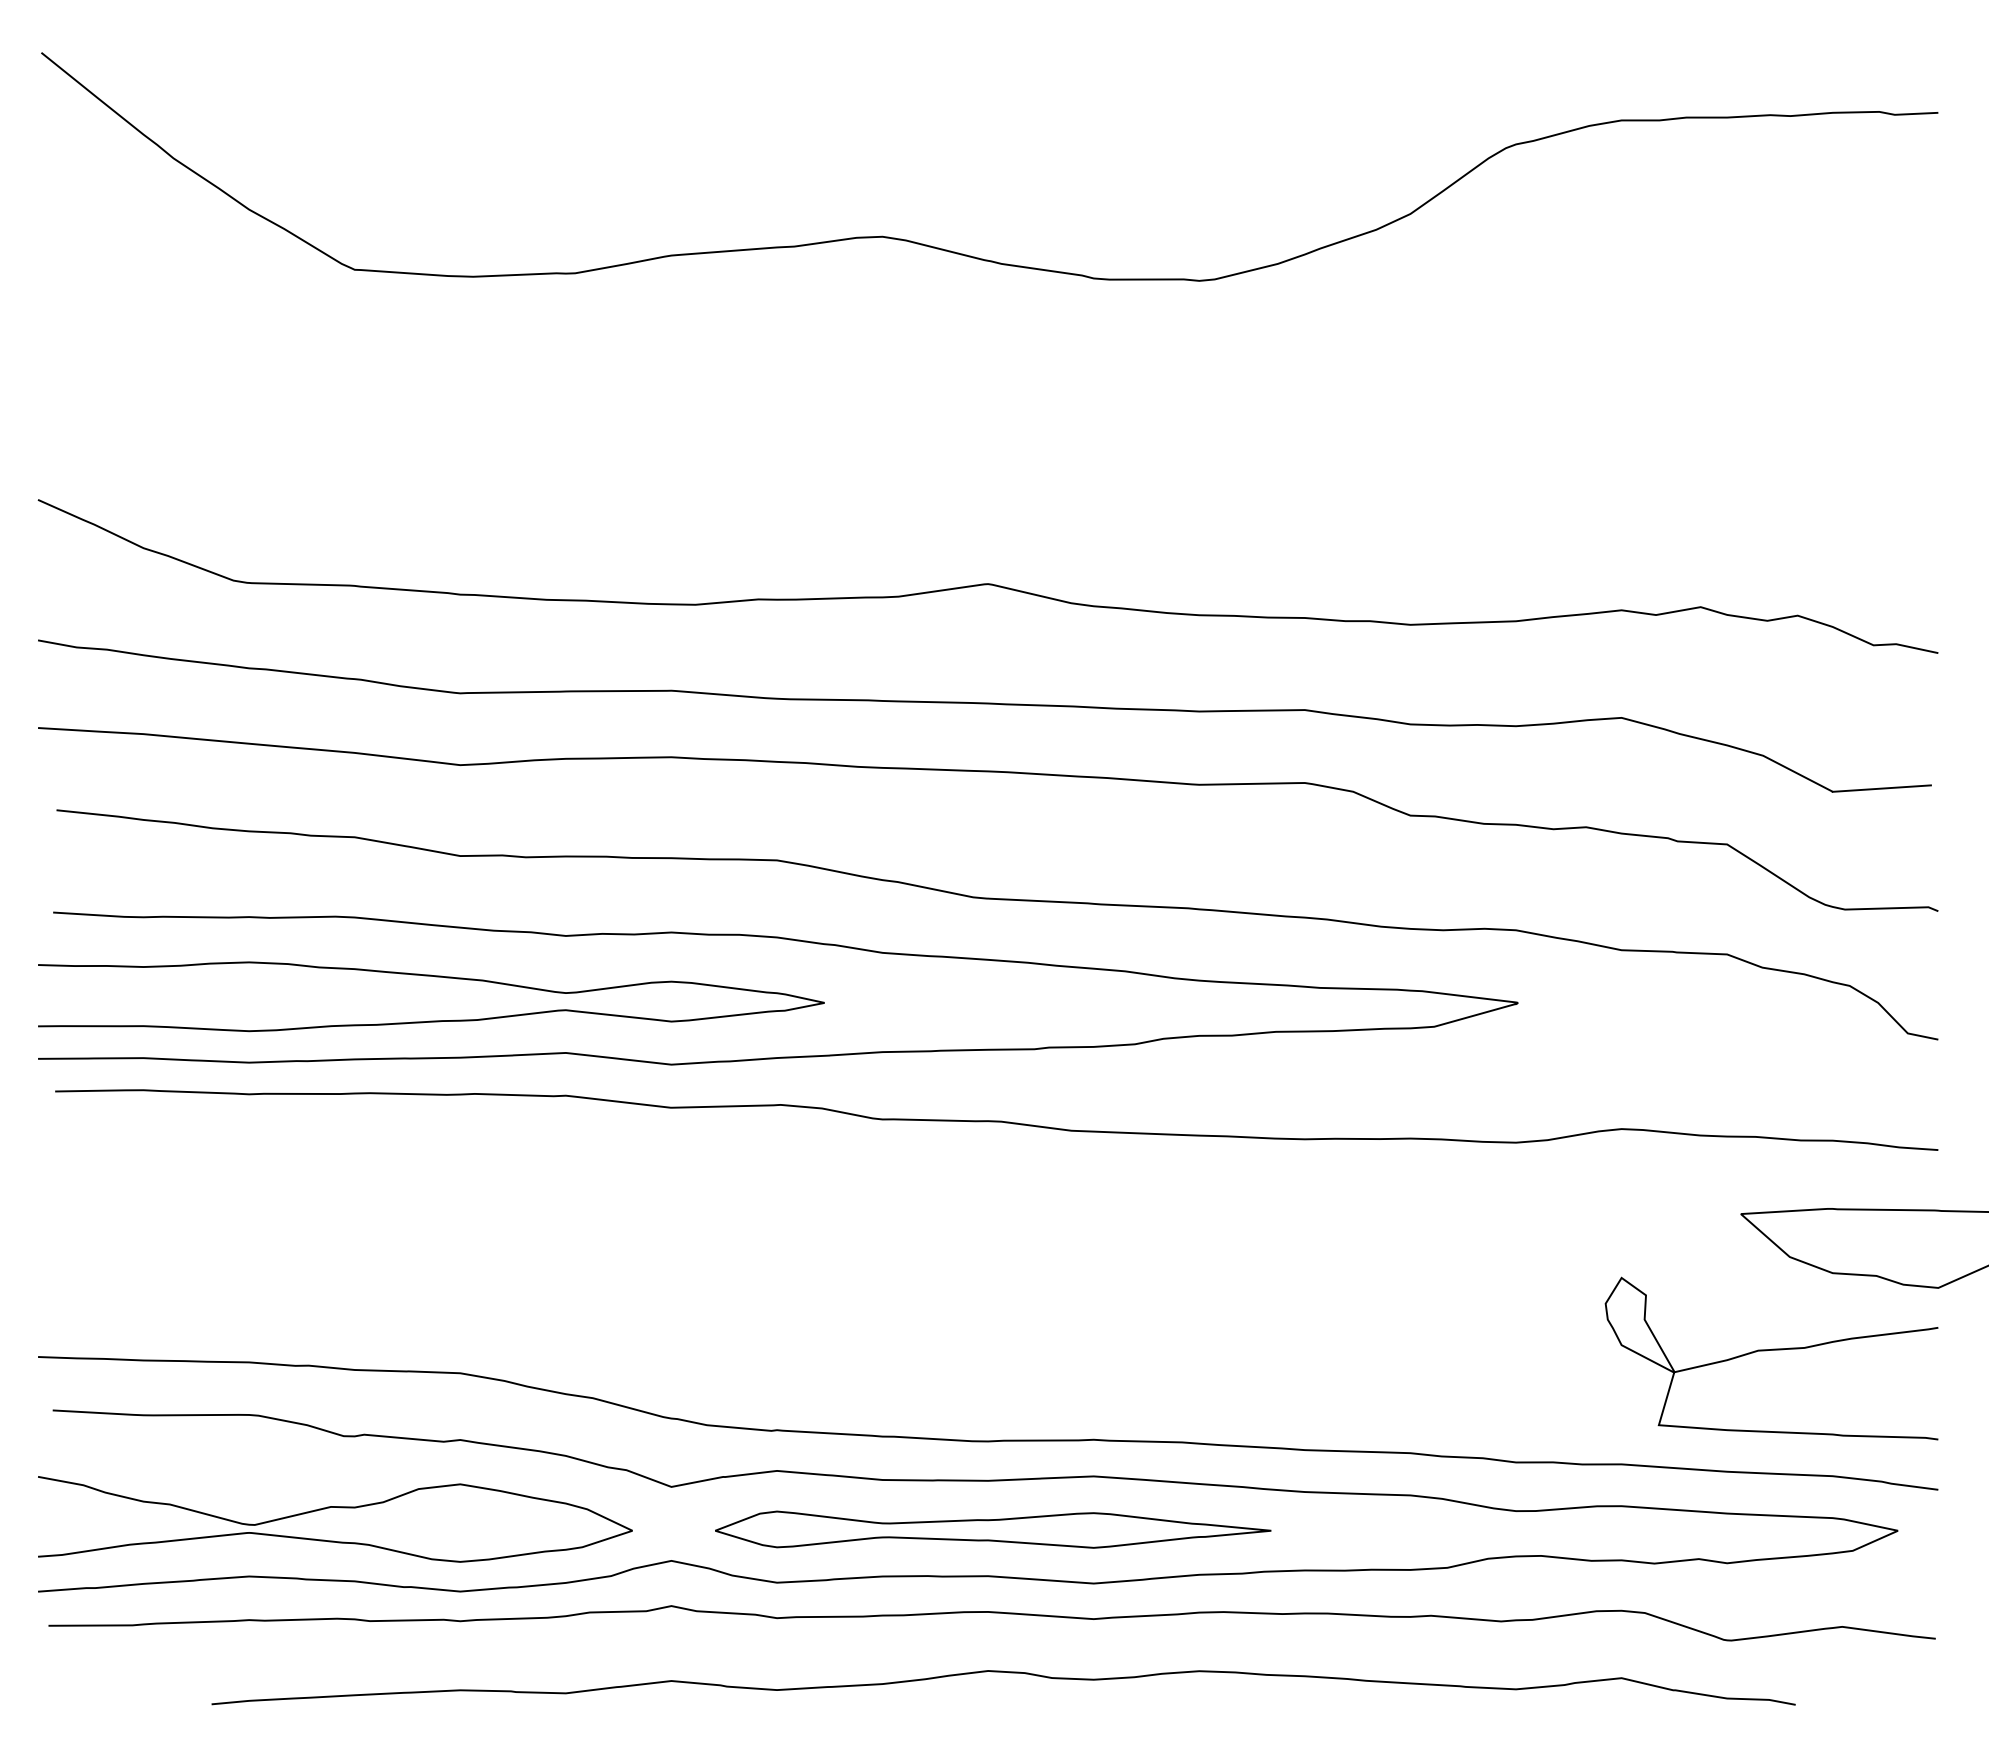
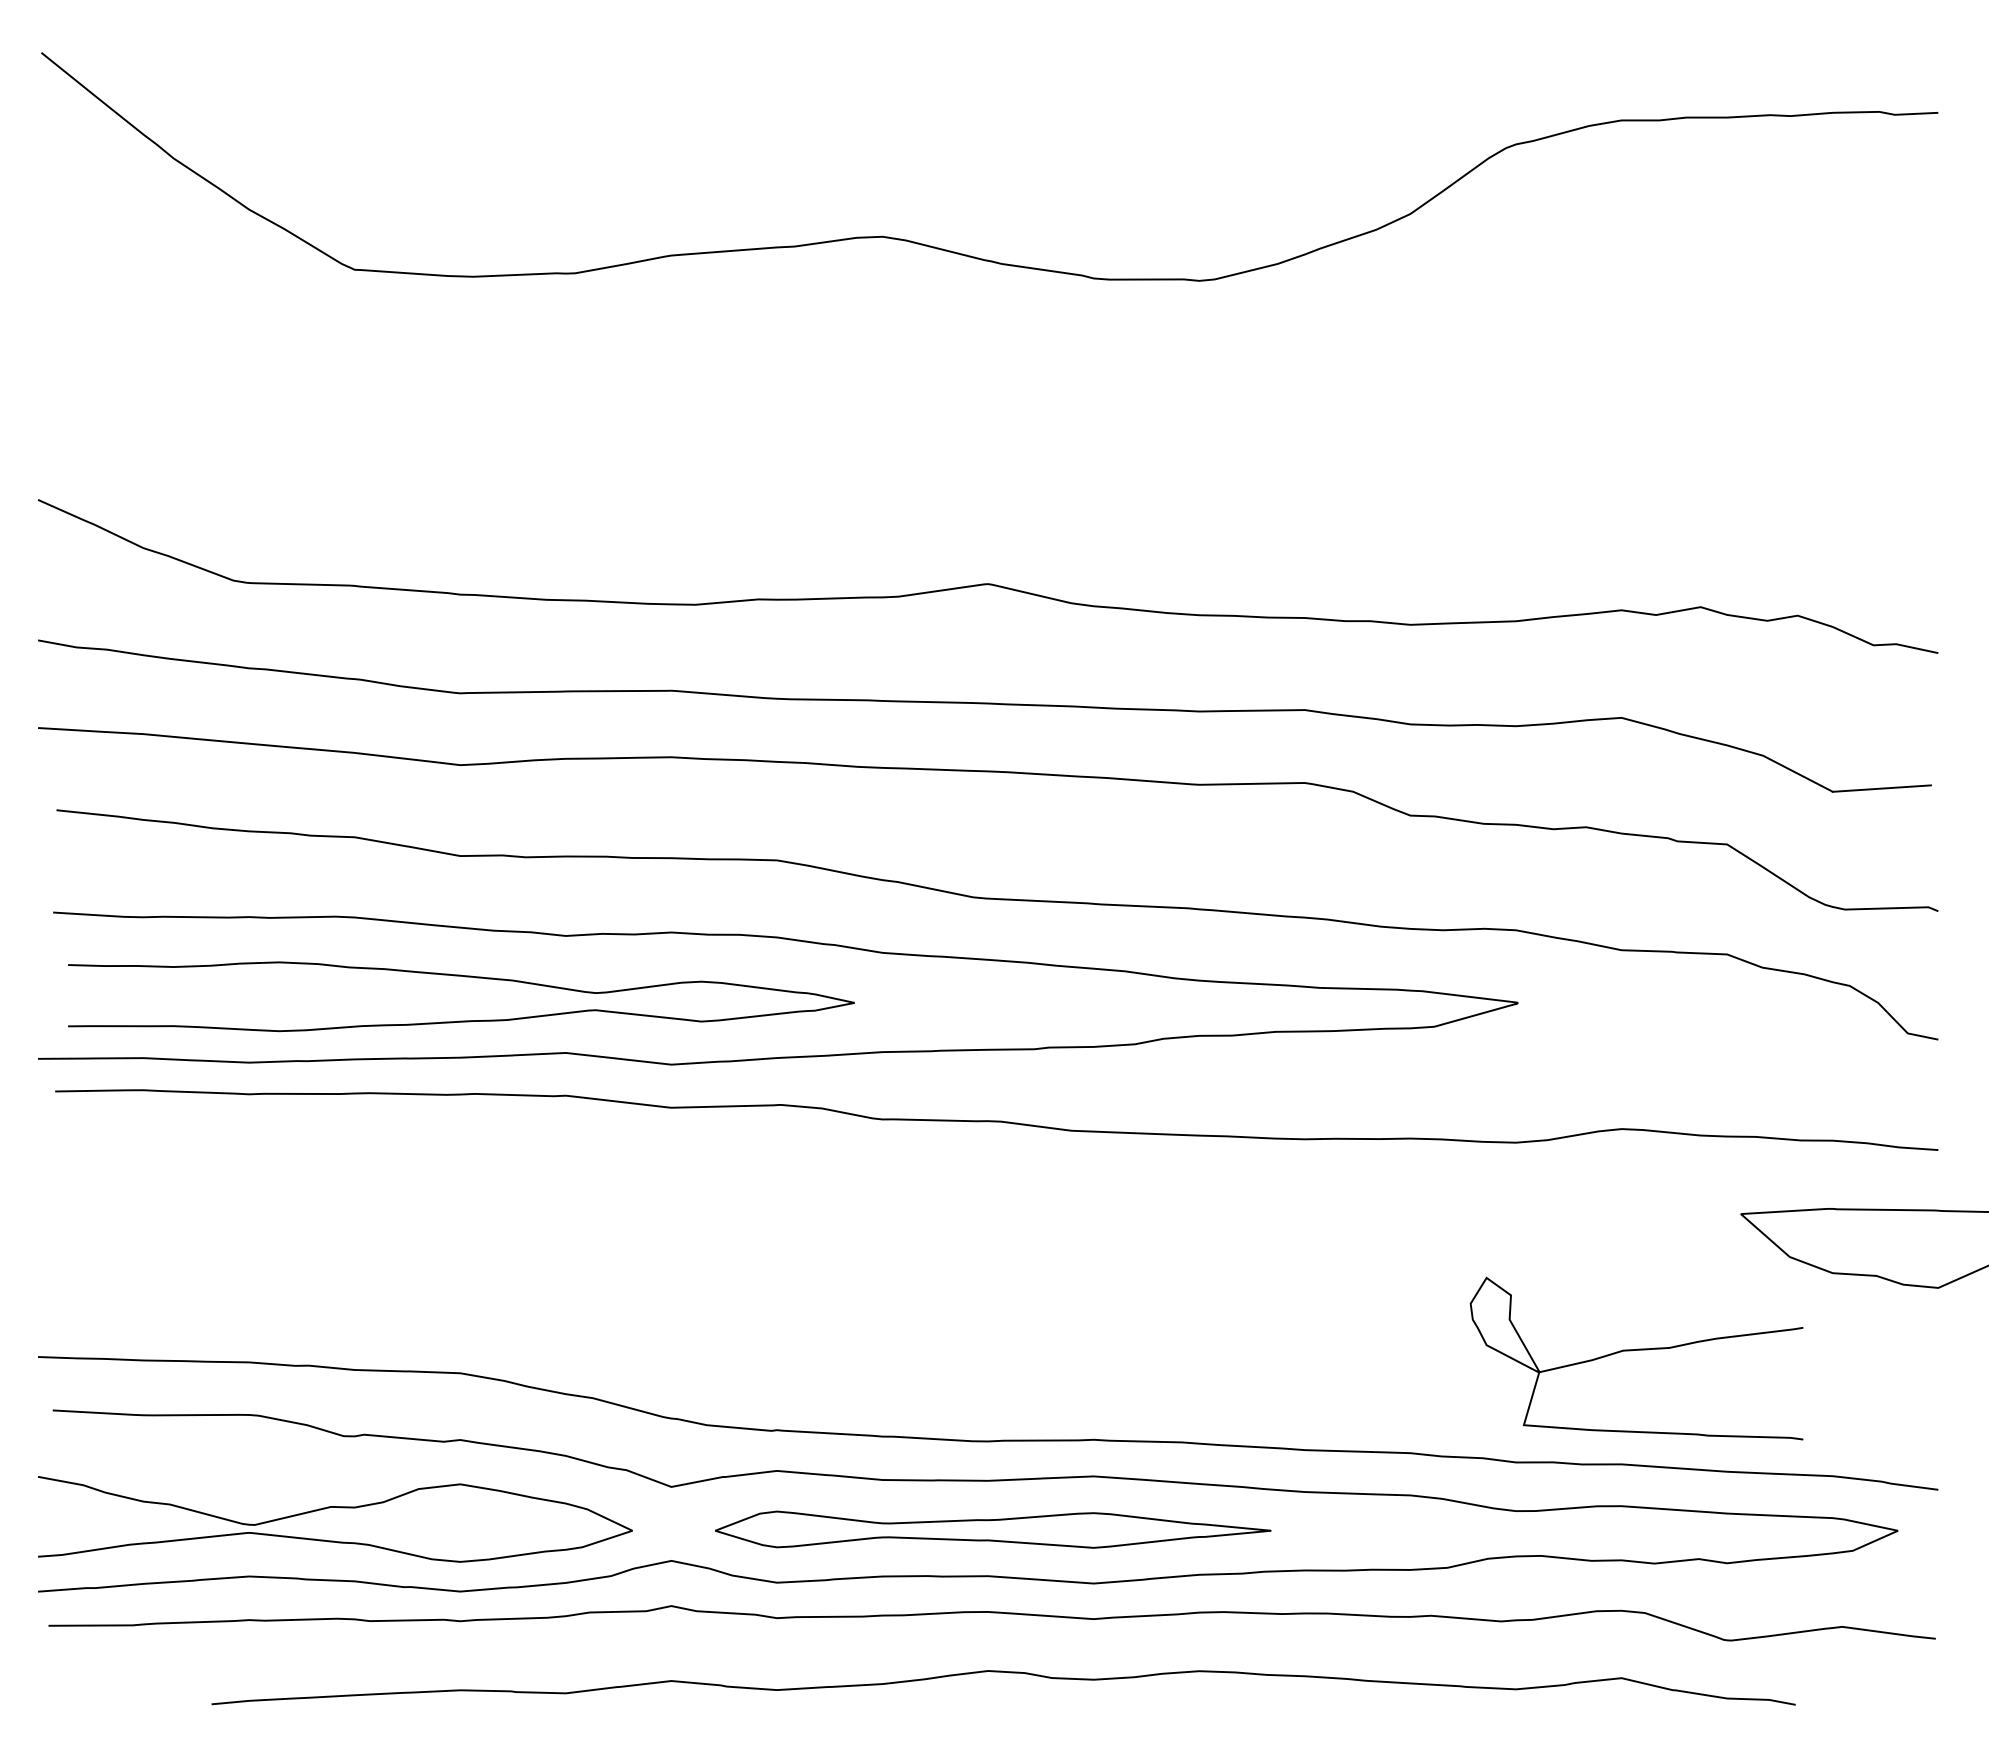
curve at (435, 977) position: (435, 977) -> (465, 977)
curve at (1771, 1350) position: (1771, 1350) -> (1636, 1350)
